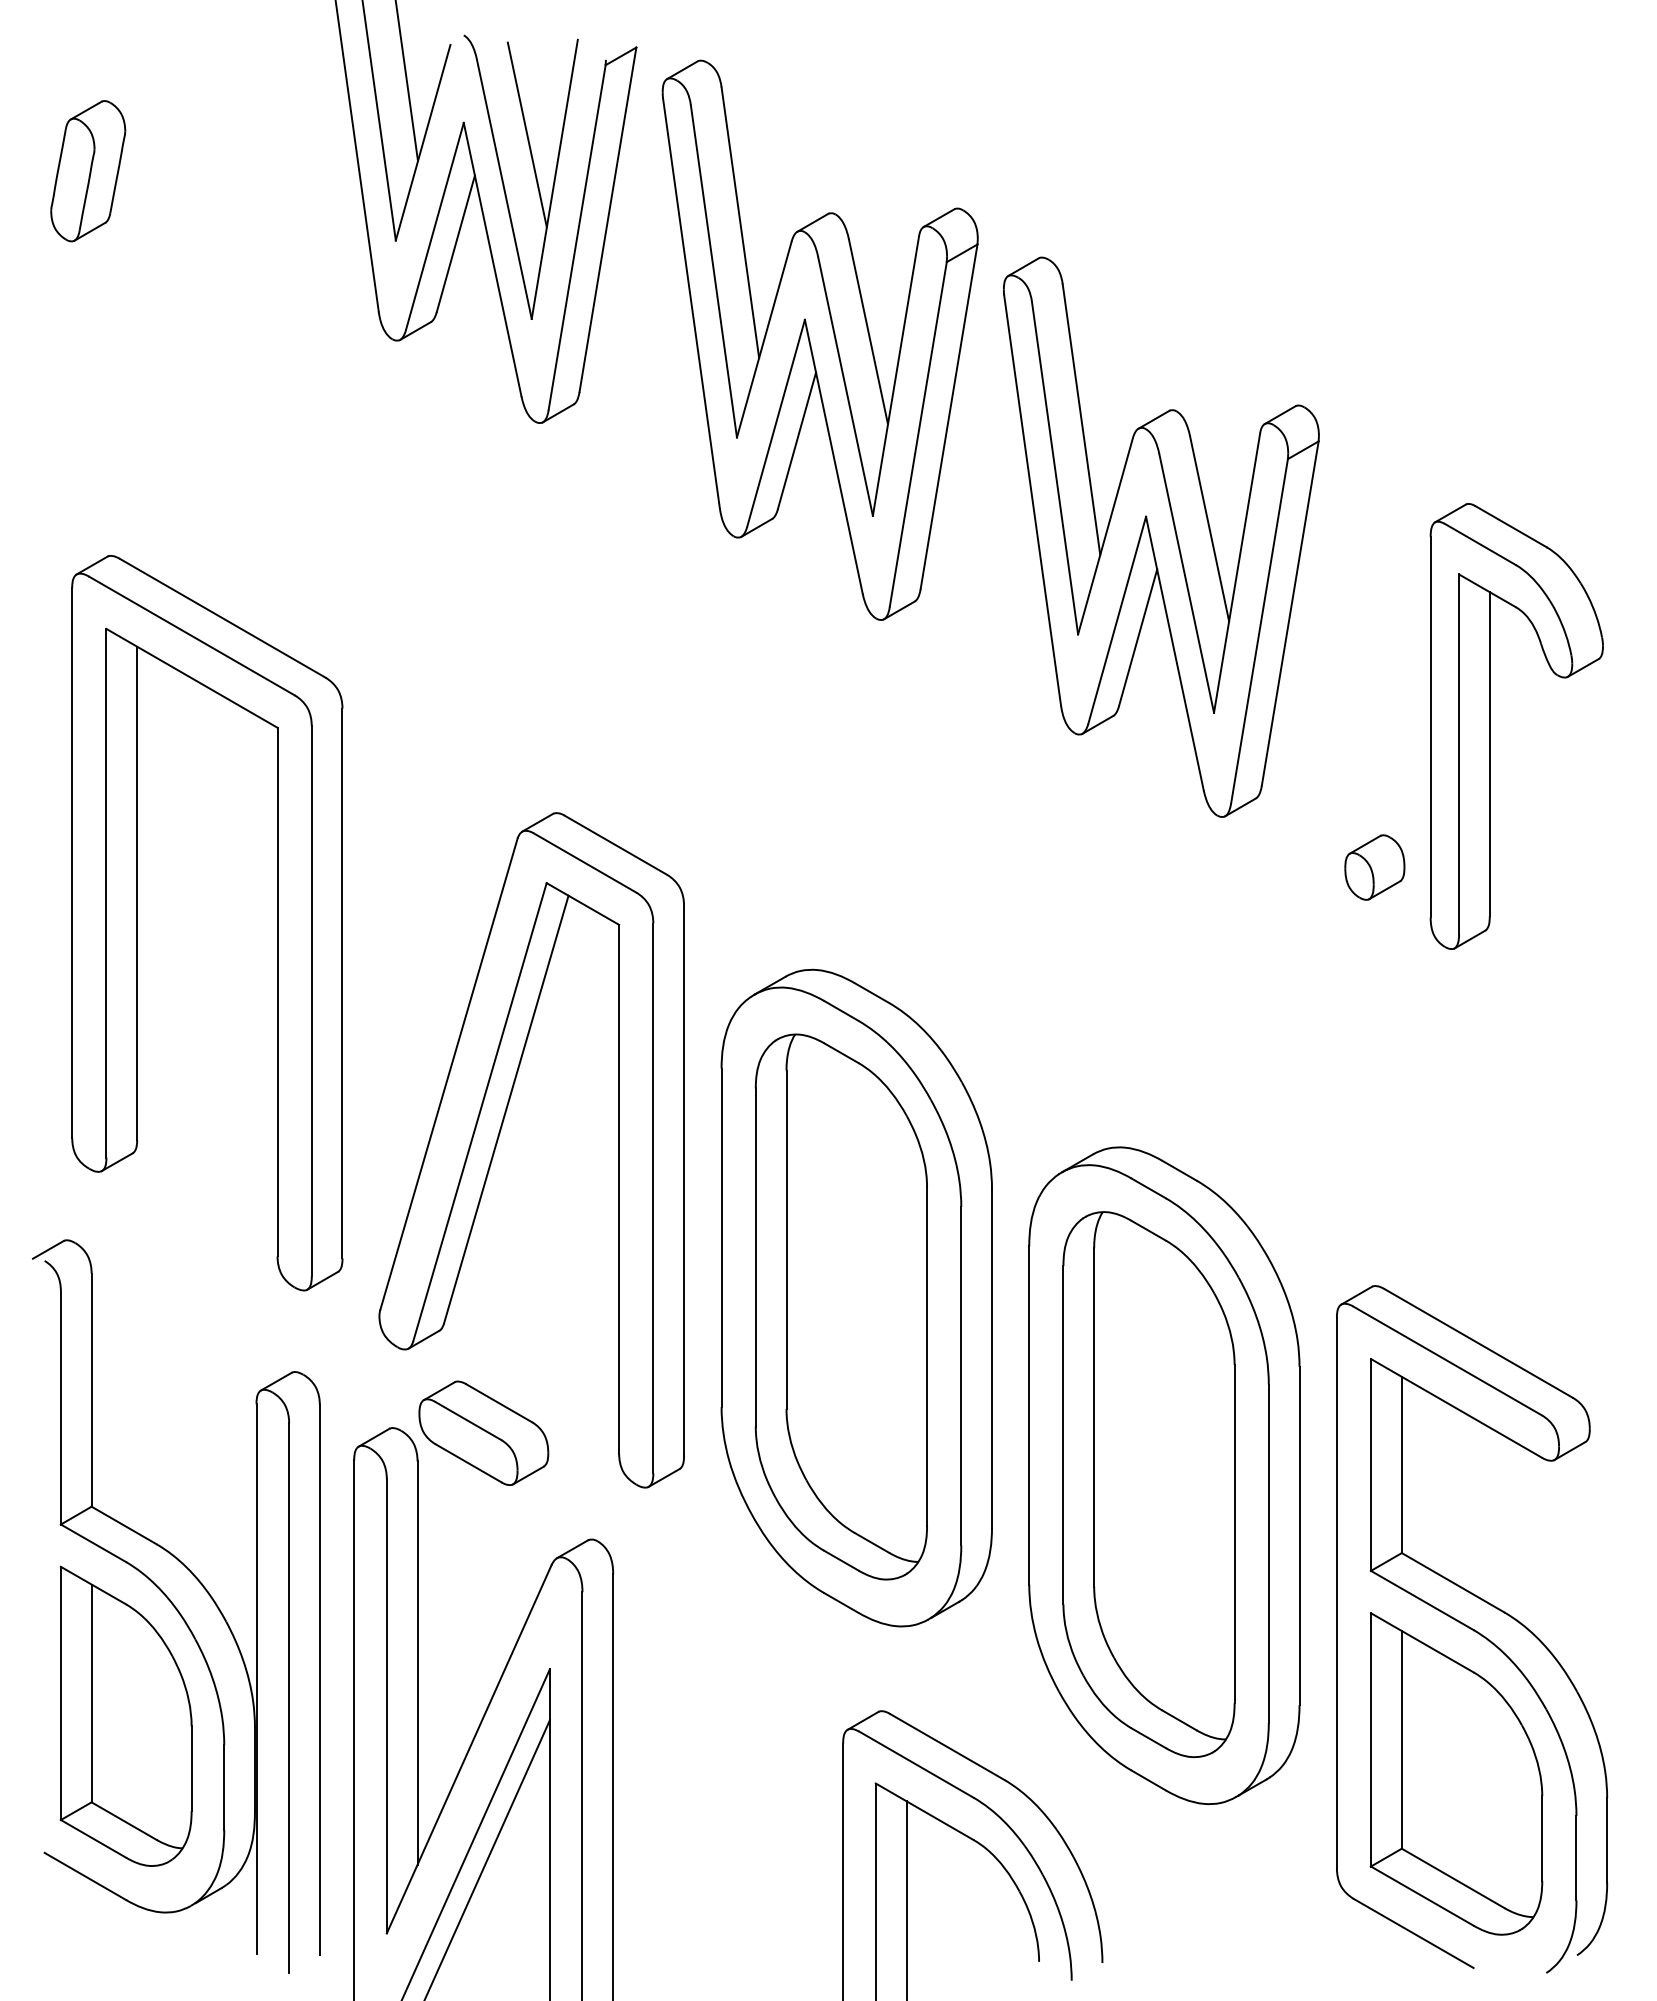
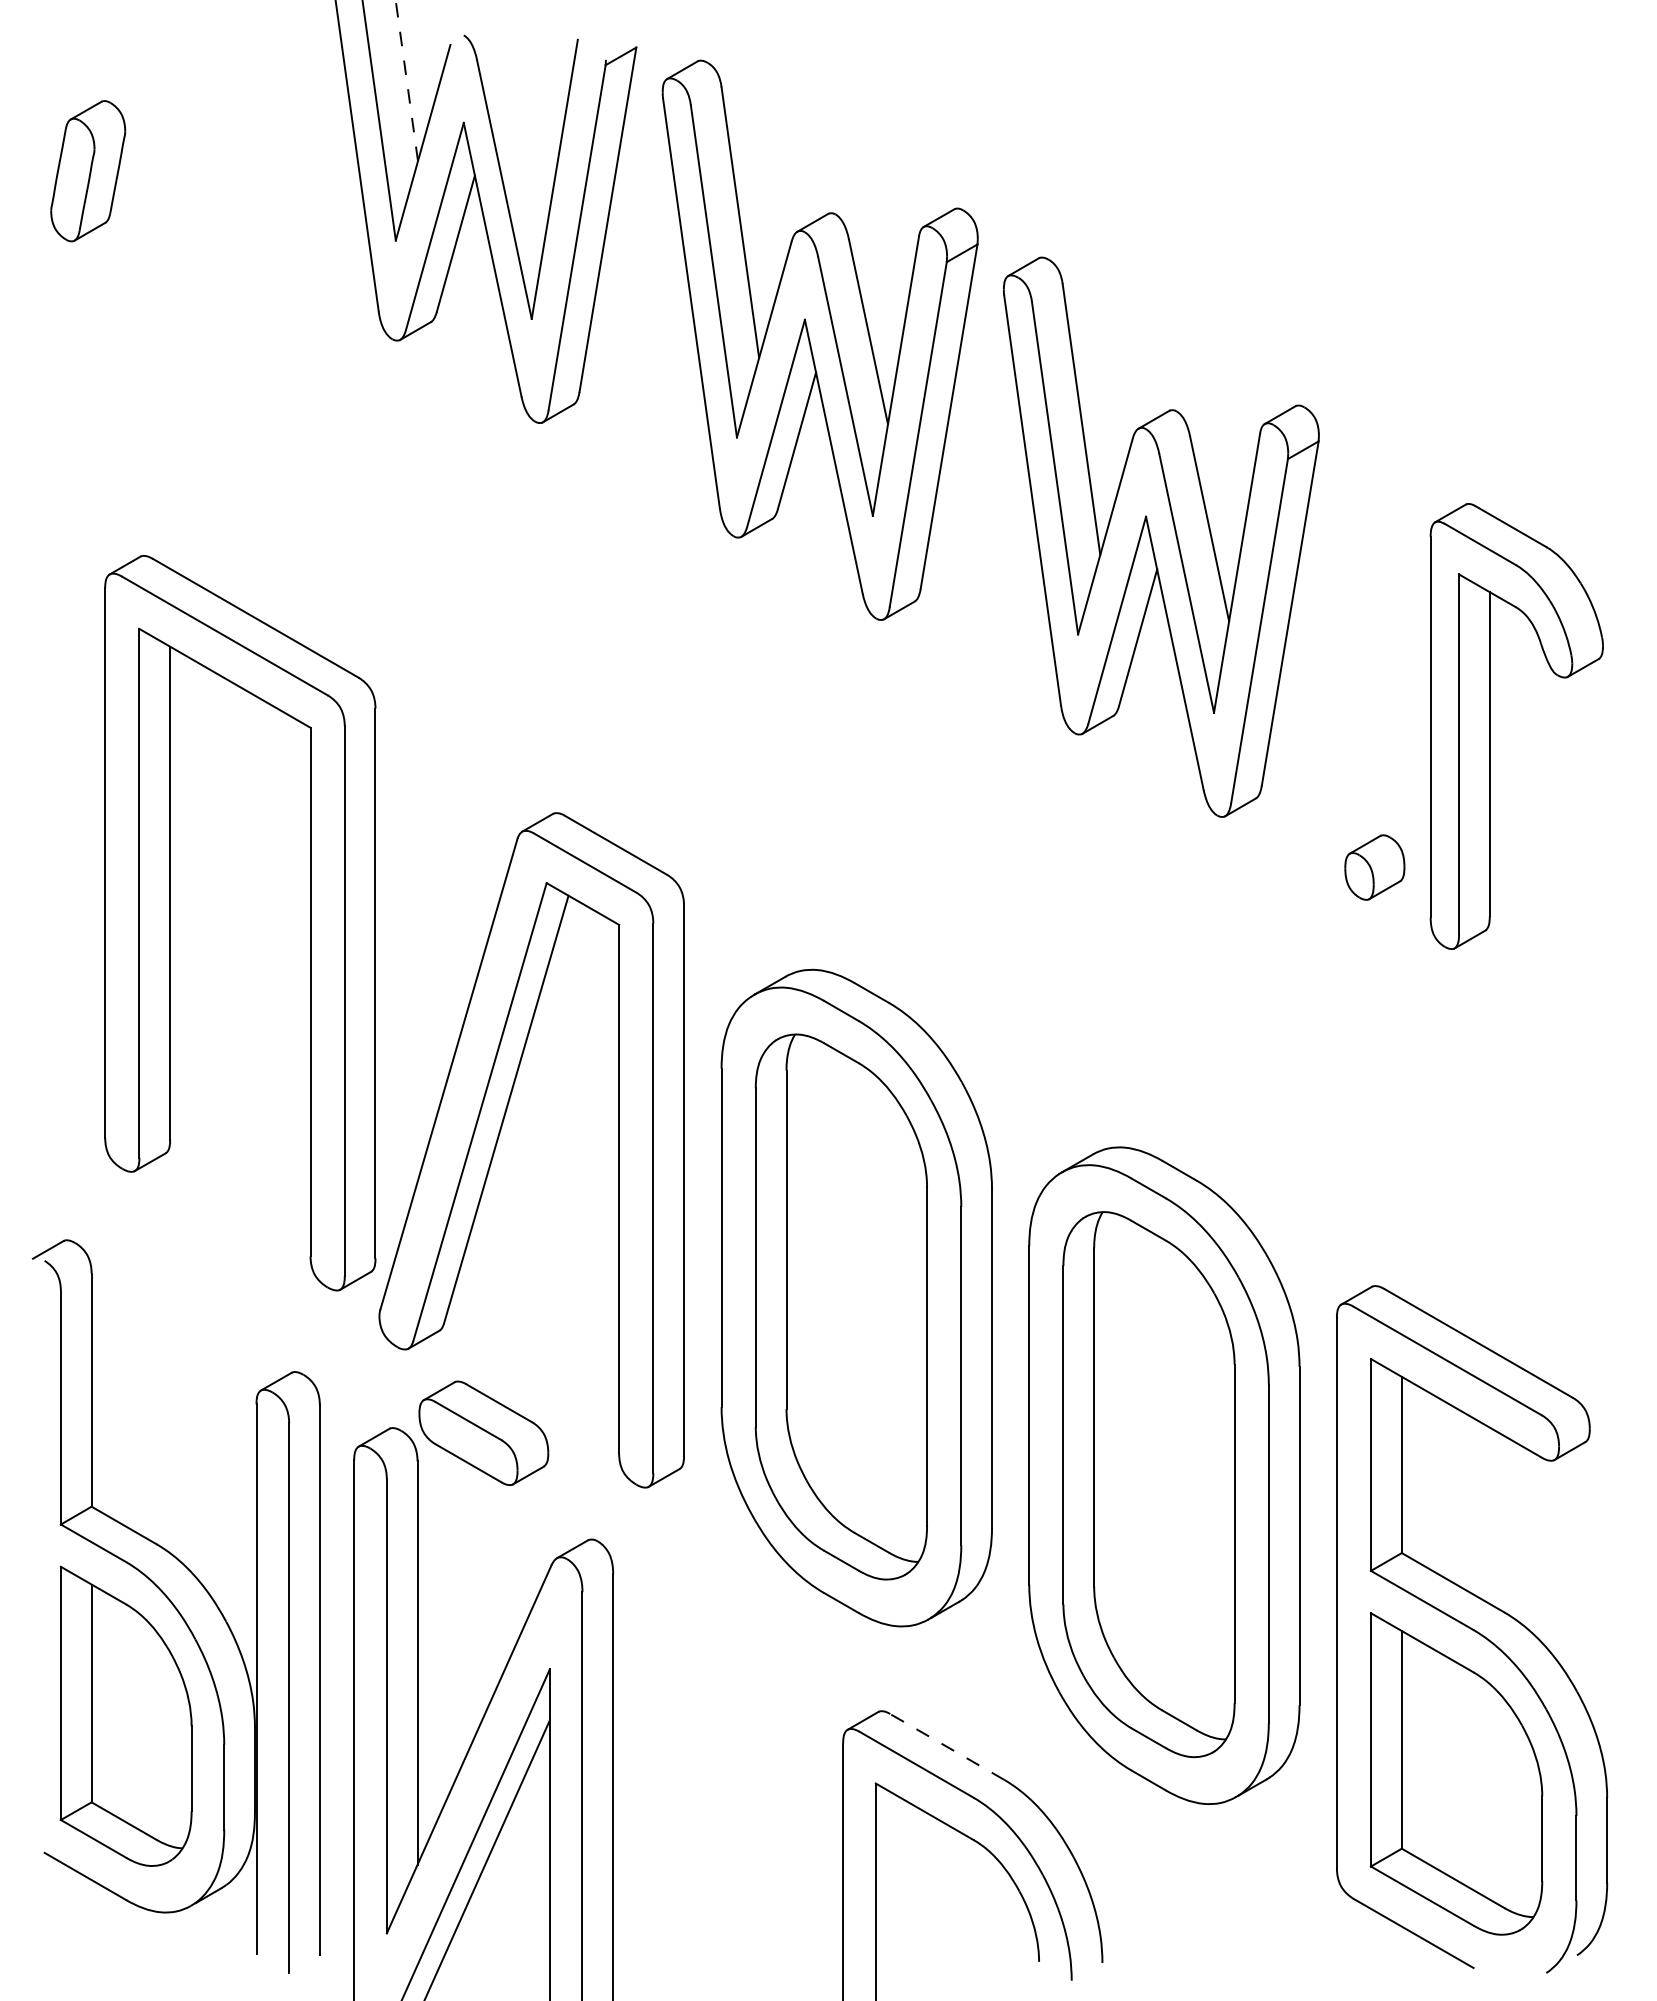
line at (406, 80): solid -> dashed
line at (526, 134): present -> none
part at (137, 923) position: (137, 923) -> (170, 923)
line at (947, 1746): solid -> dashed
line at (906, 1899): present -> none
